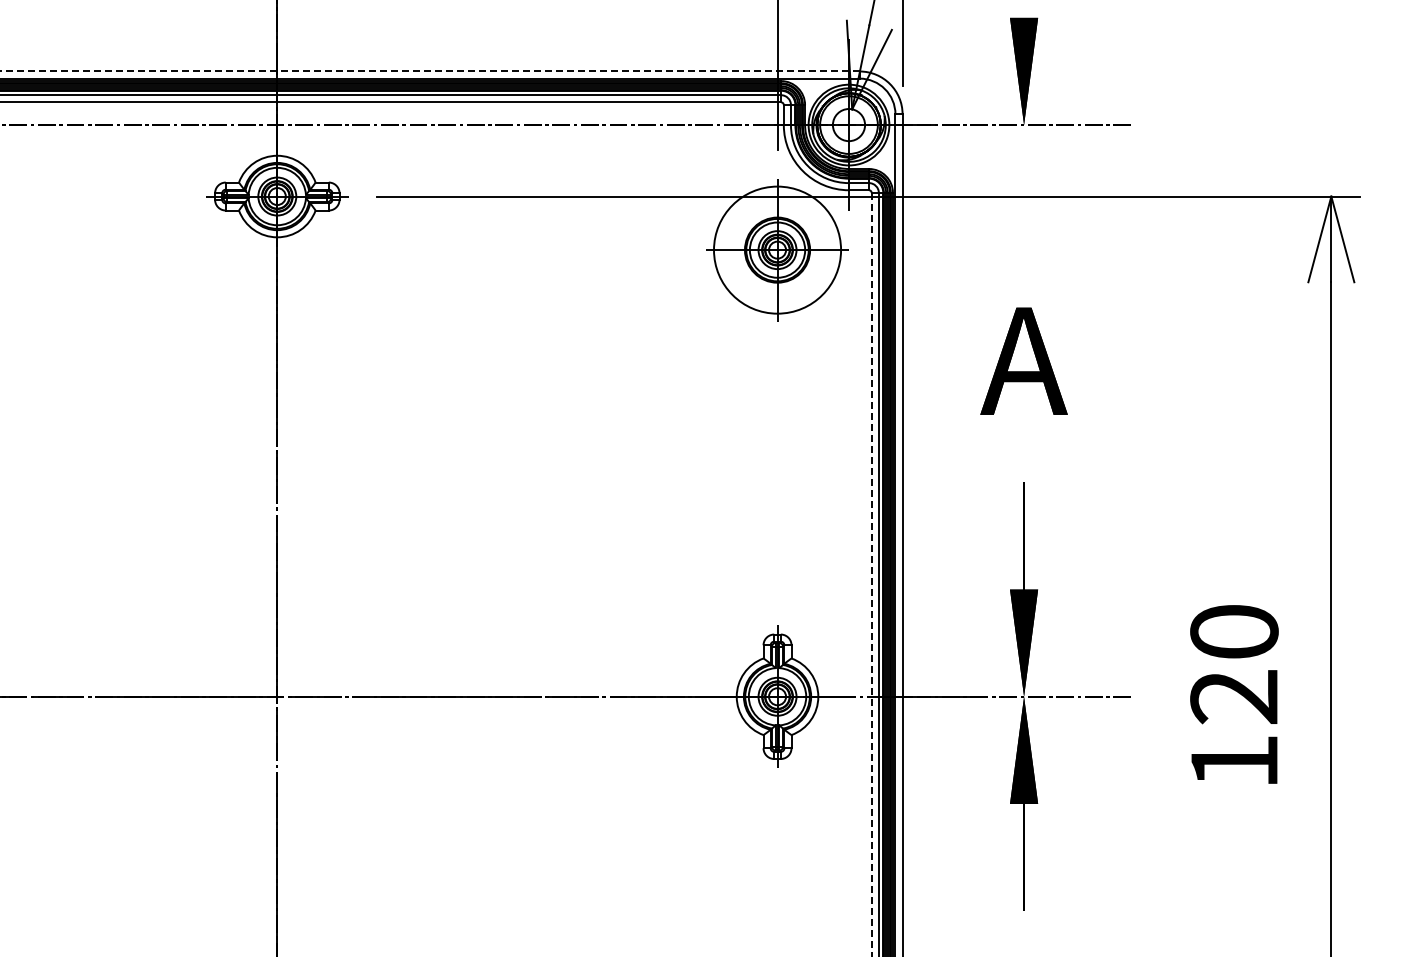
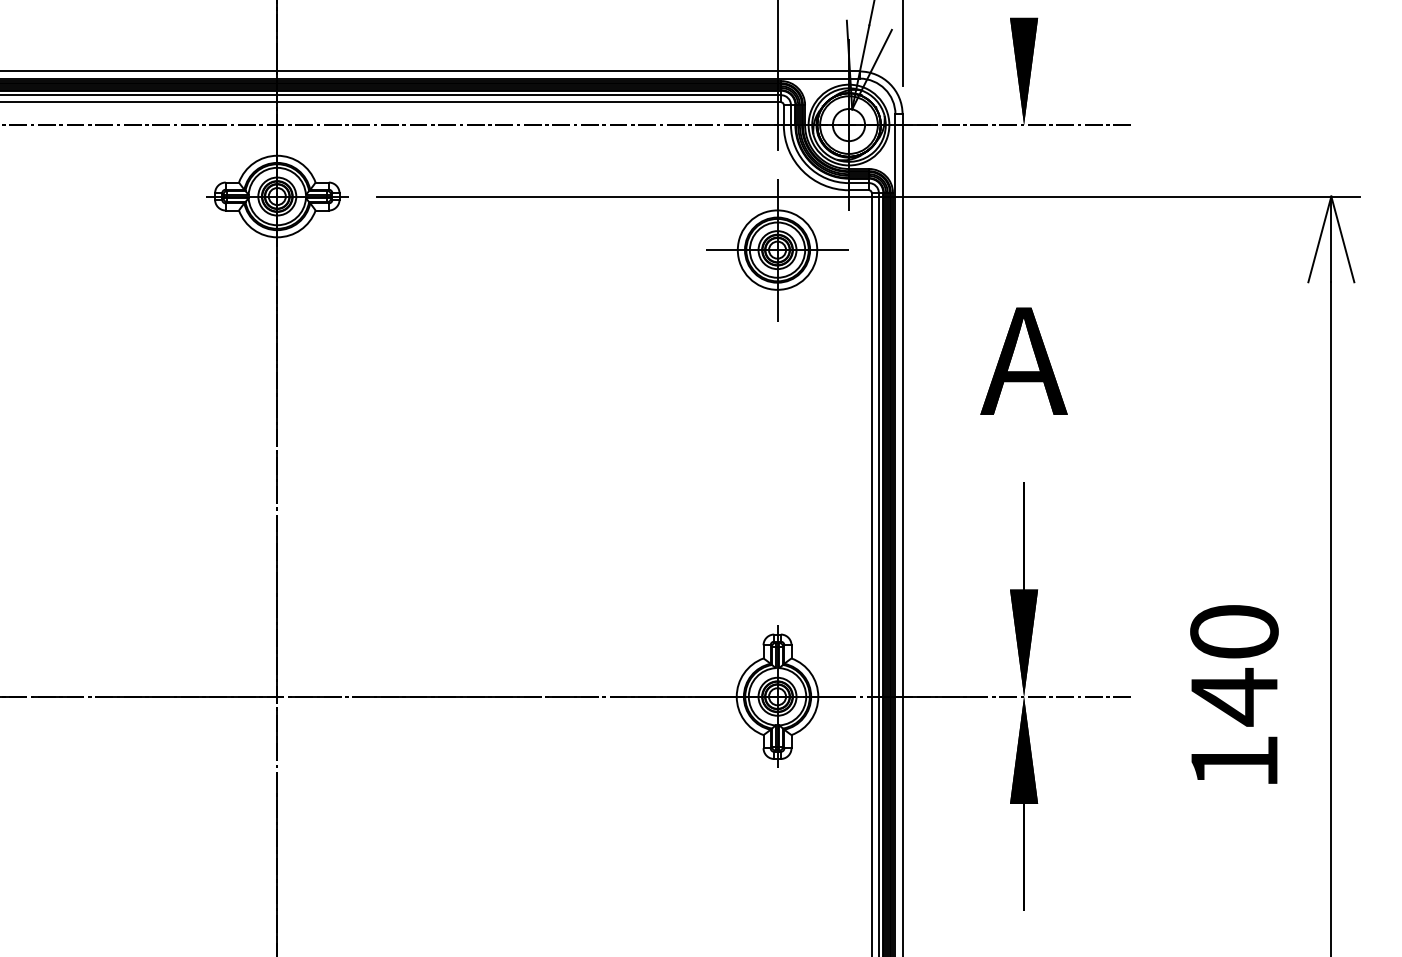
line at (429, 71): dashed -> solid
circle at (777, 249) diameter: 127 px -> 79 px
line at (871, 574): dashed -> solid
text at (1233, 697): 120 -> 140
